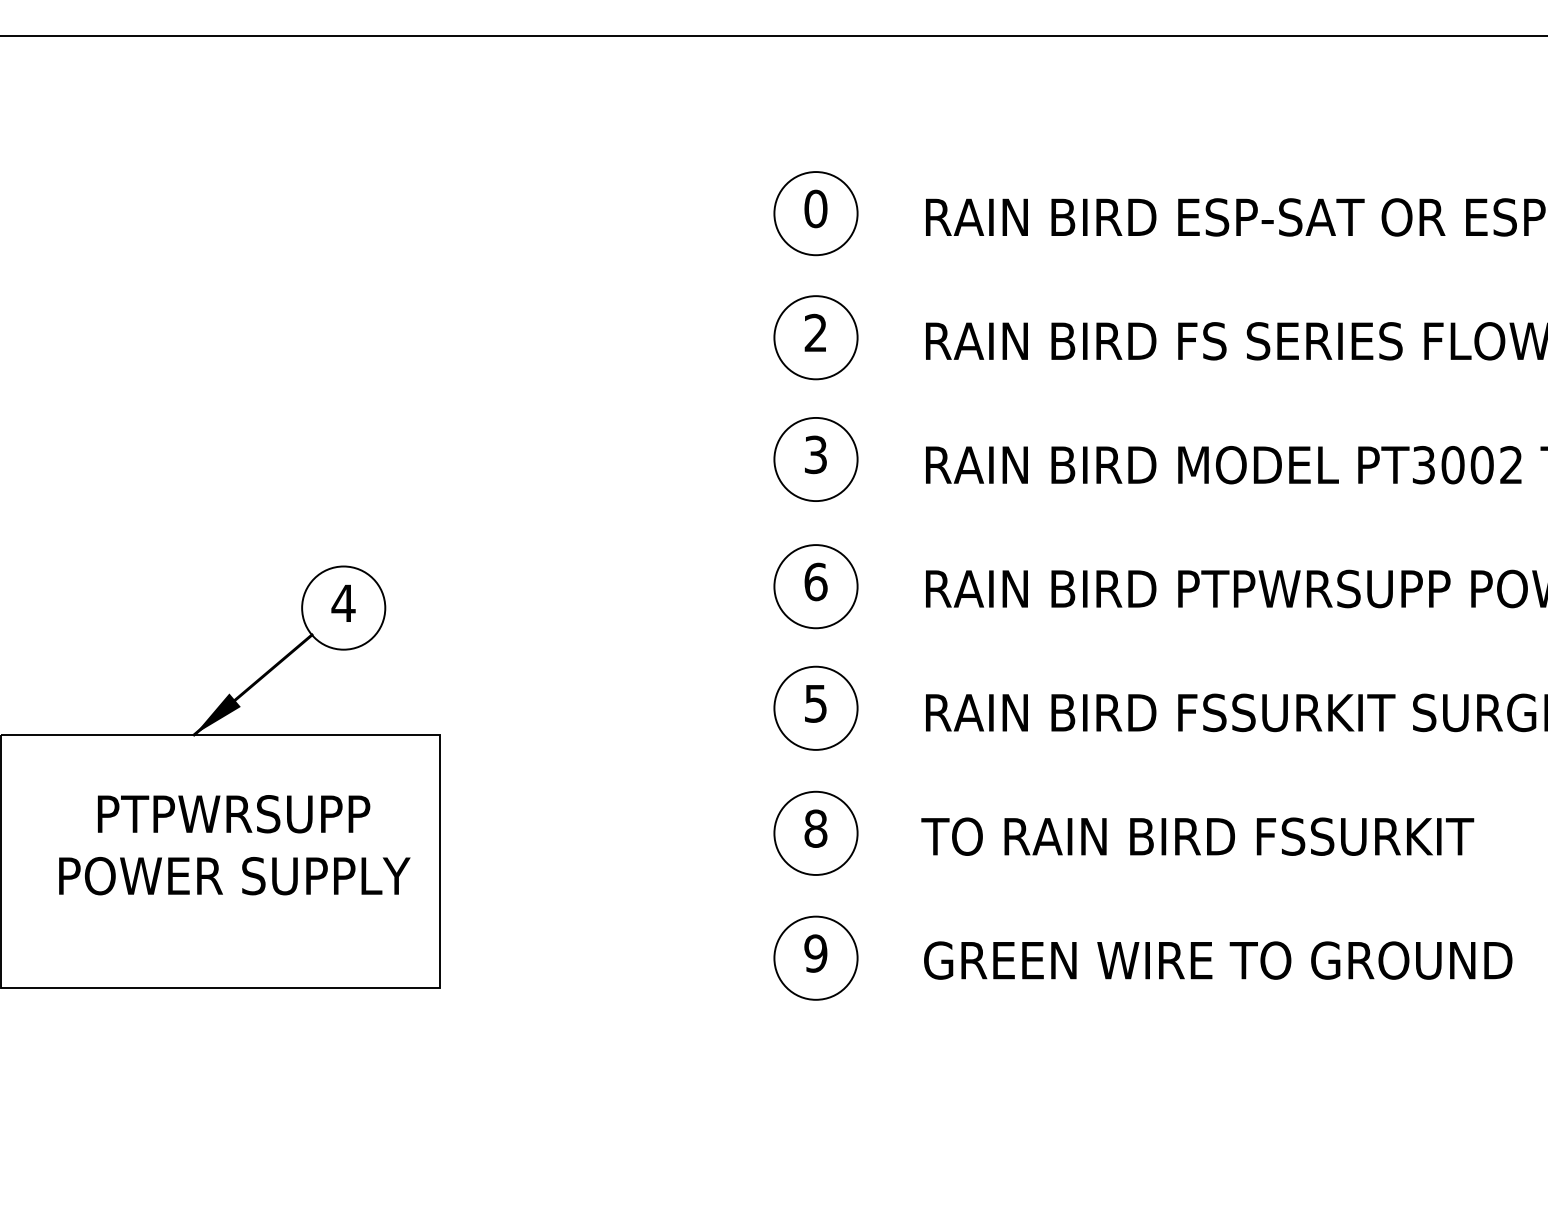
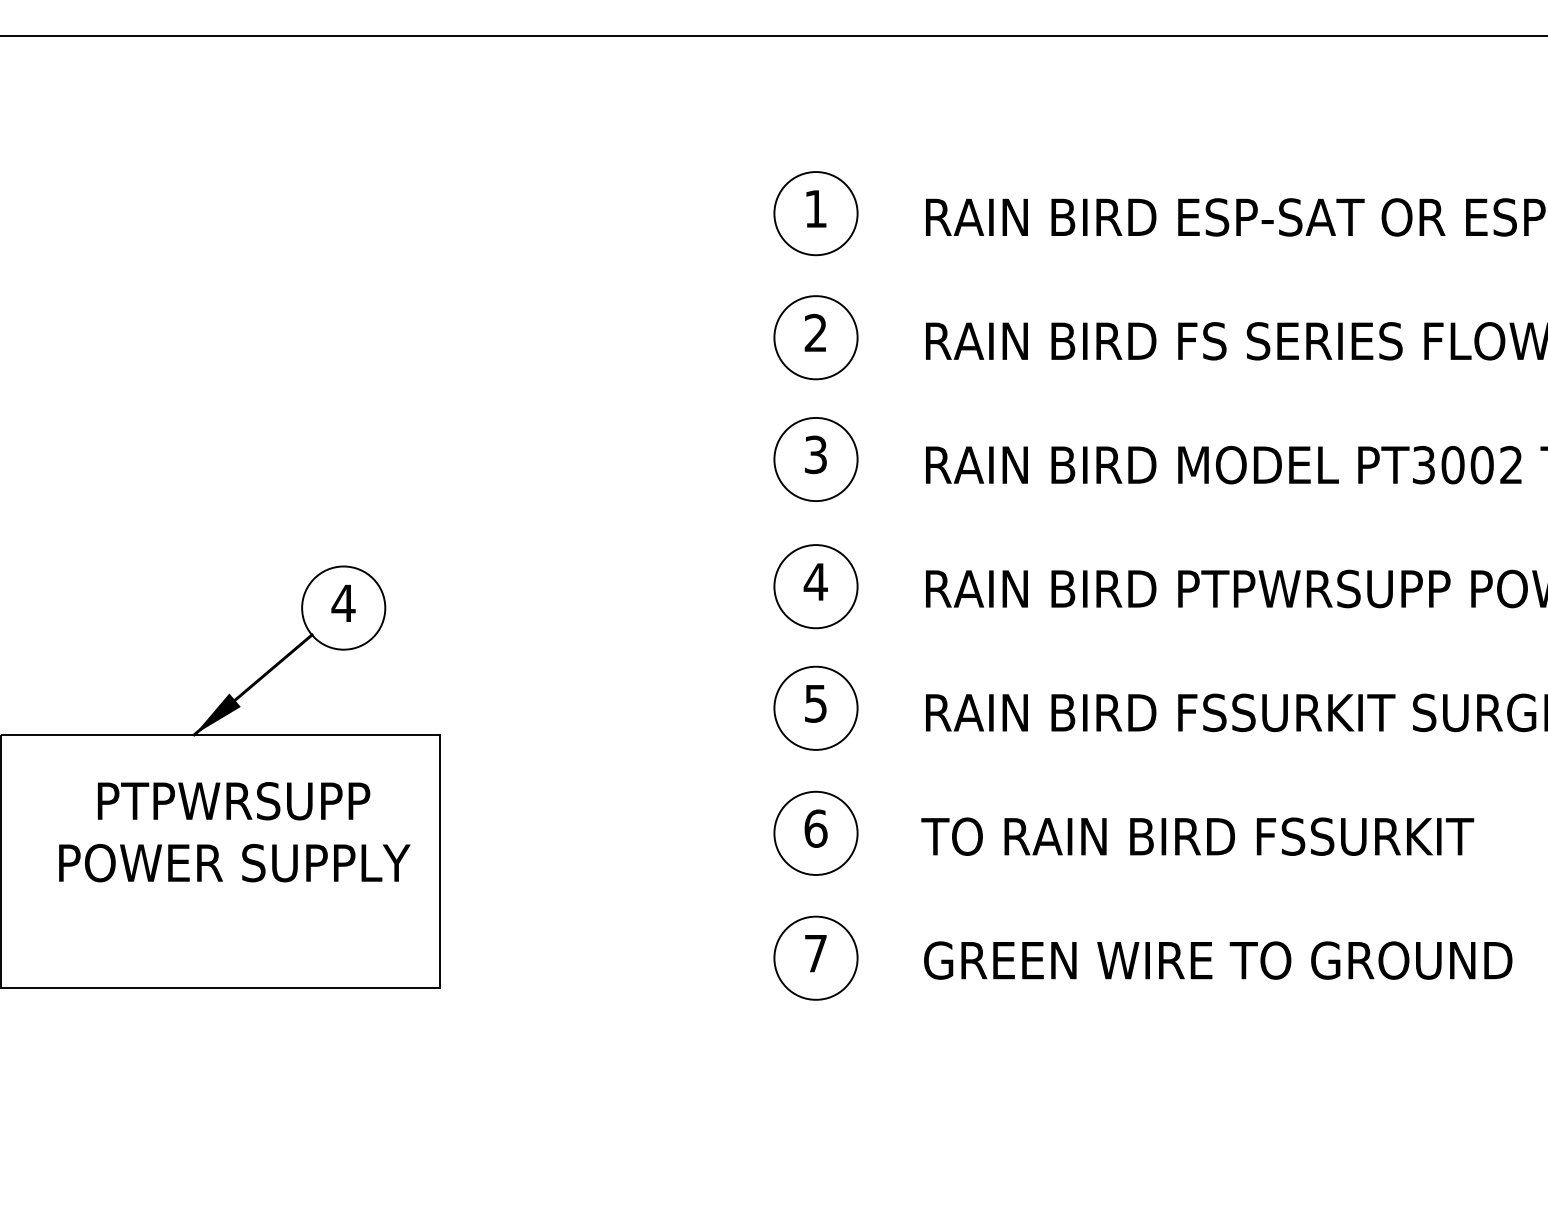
text at (815, 208): 0 -> 1
text at (815, 581): 6 -> 4
text at (815, 828): 8 -> 6
text at (234, 845) position: (234, 845) -> (234, 832)
text at (815, 953): 9 -> 7
